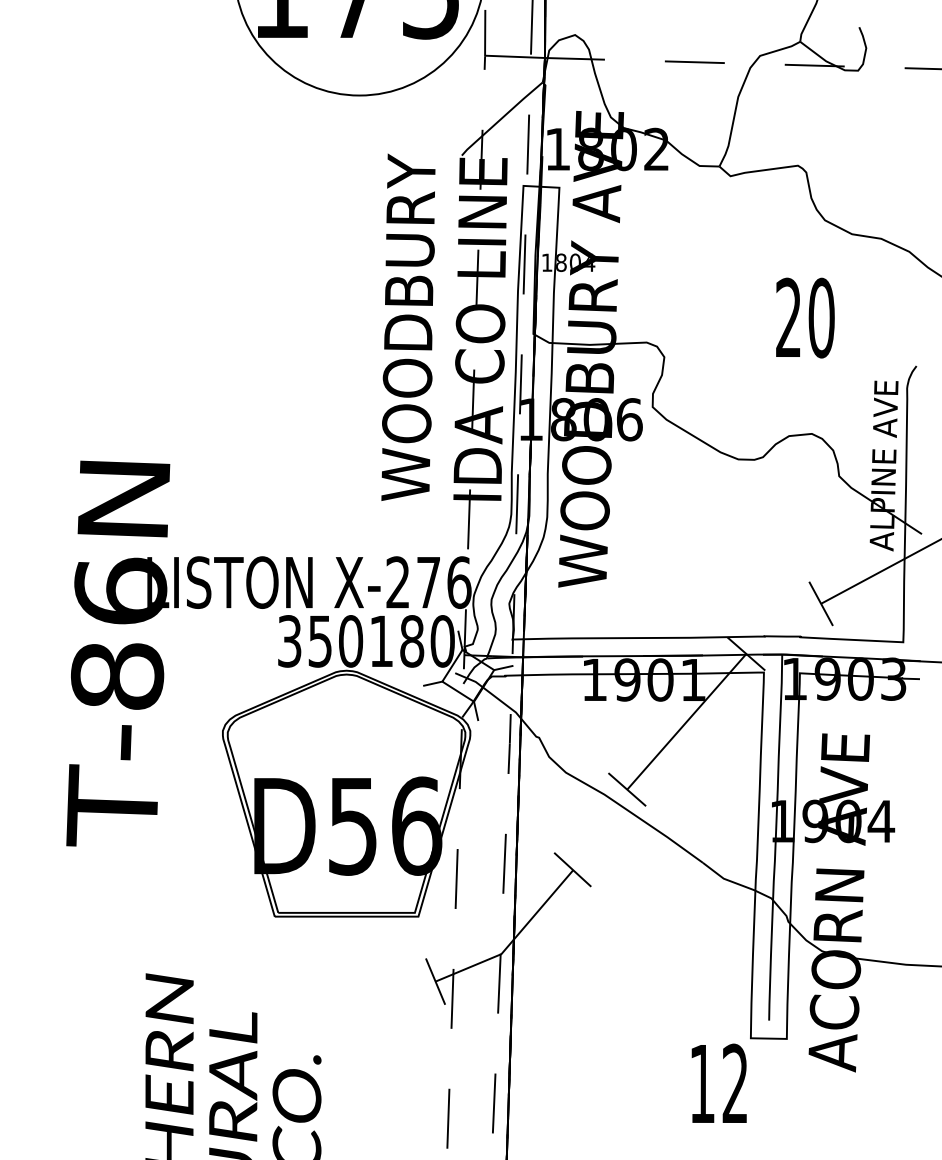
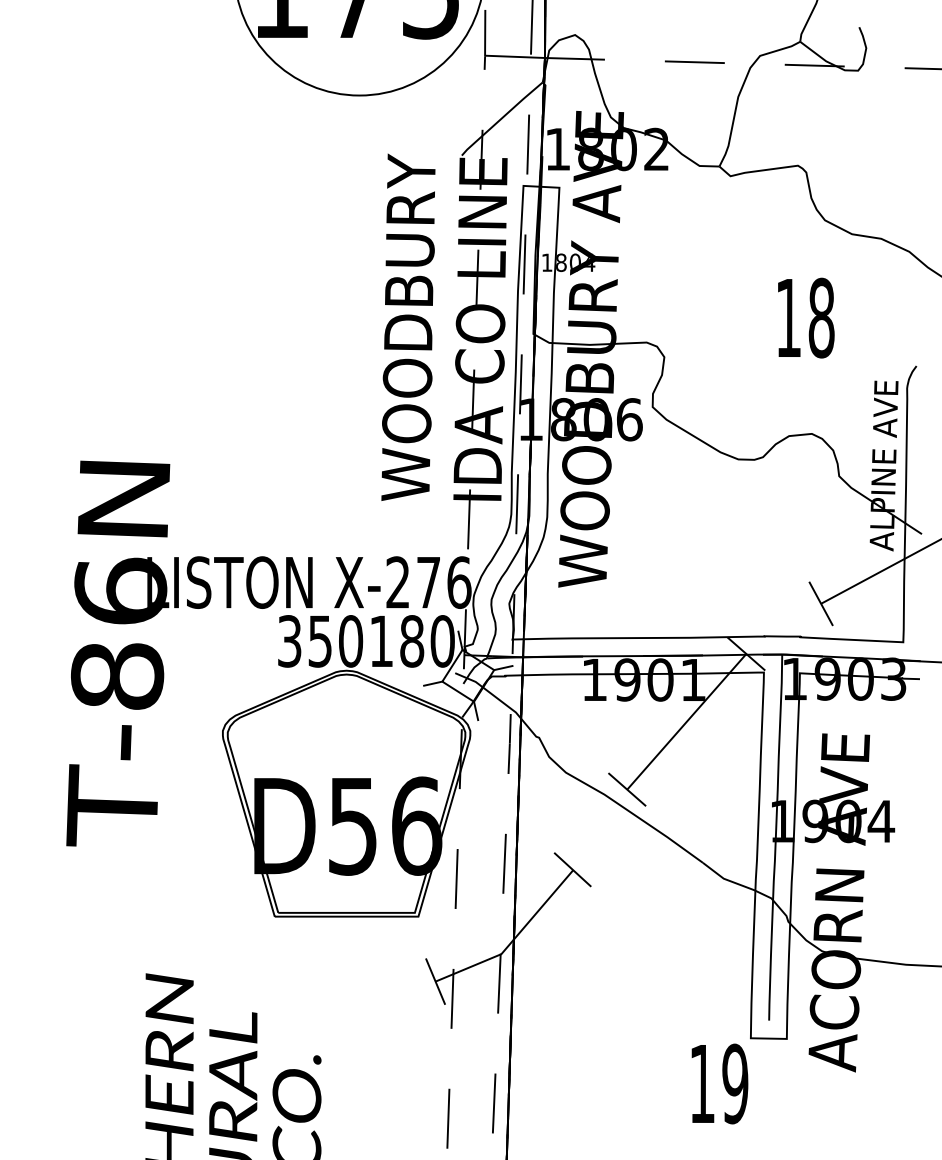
text at (805, 317): 20 -> 18
text at (735, 1083): 12 -> 19
